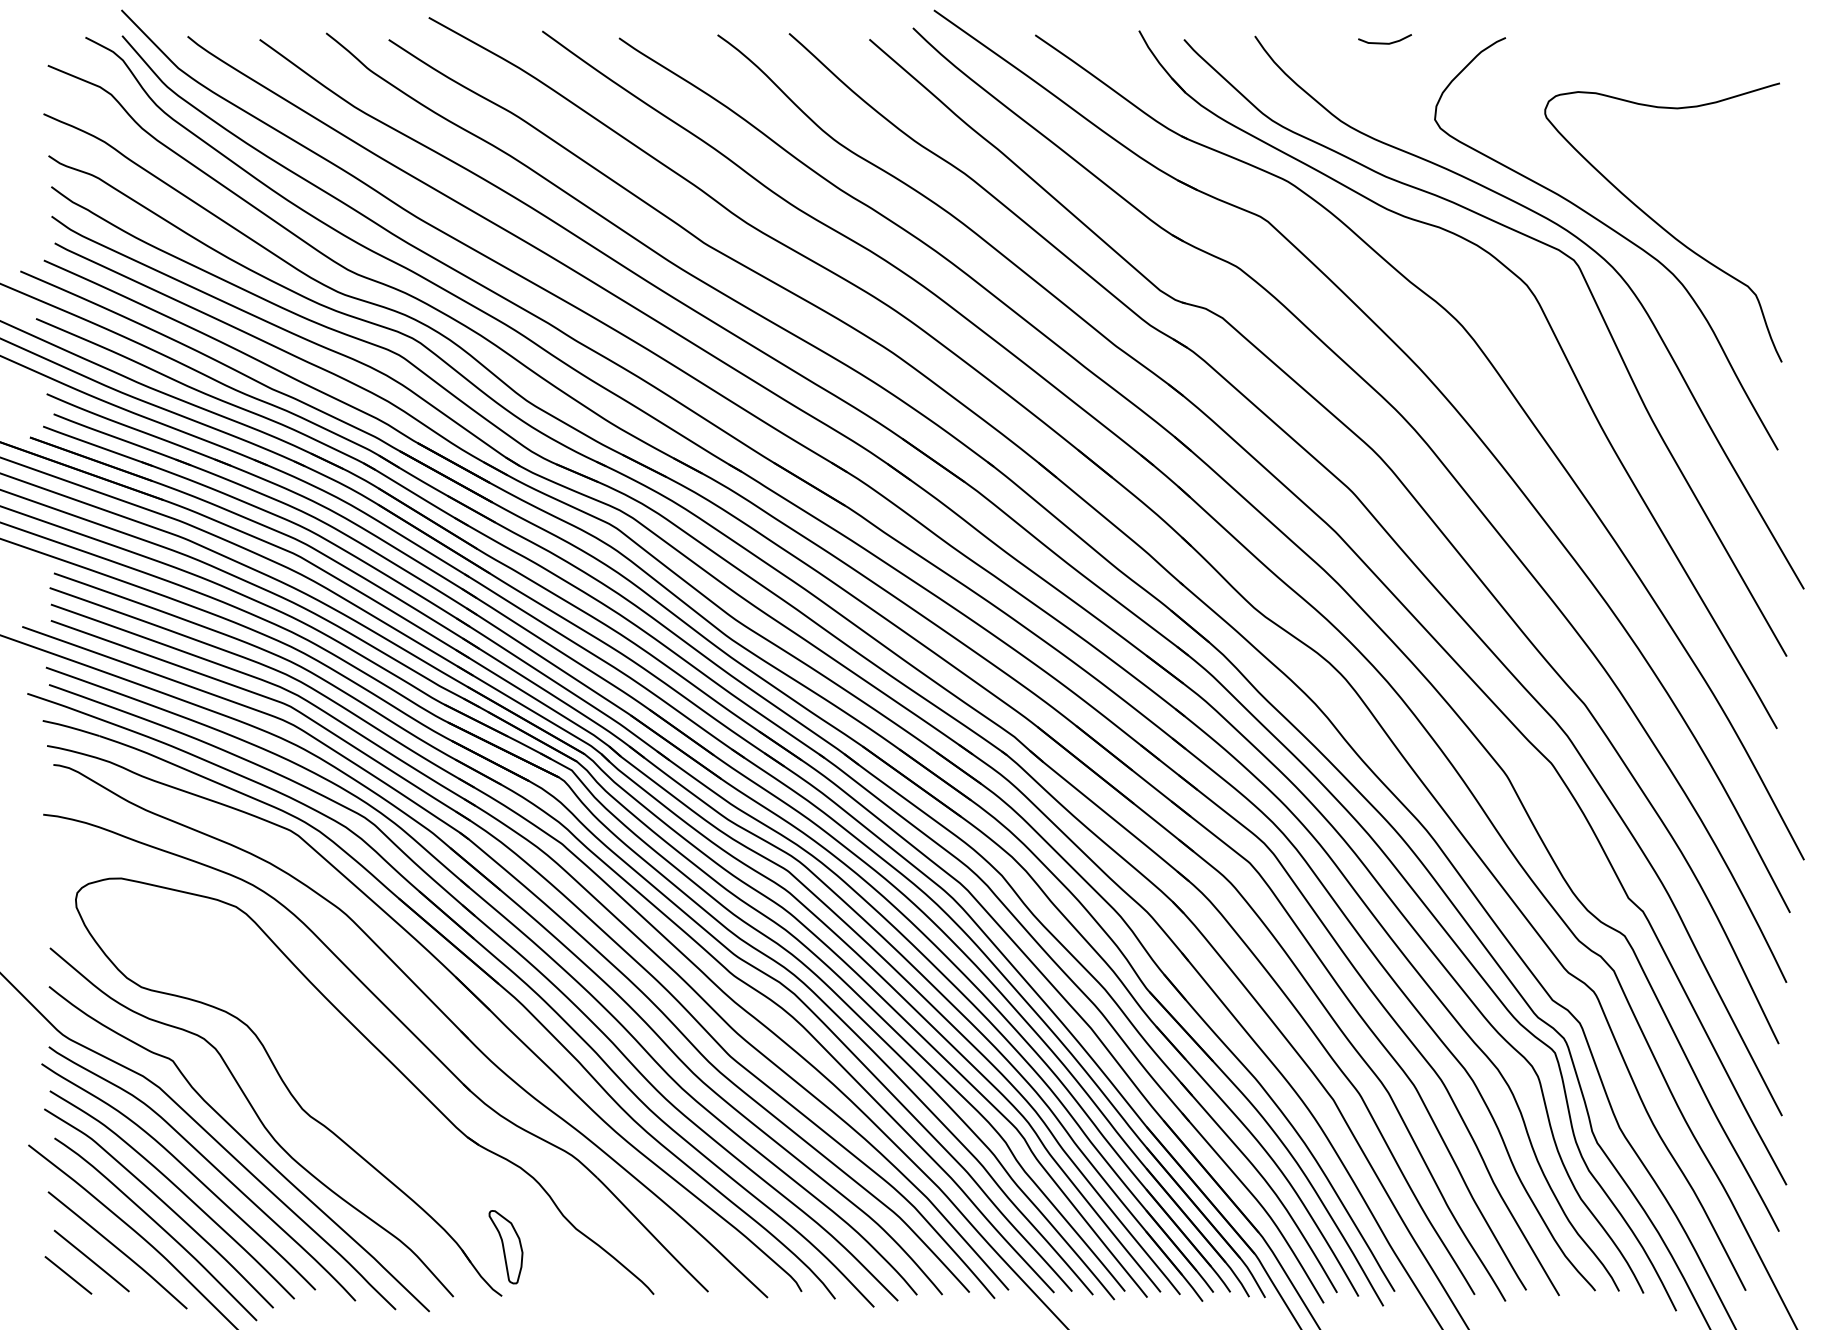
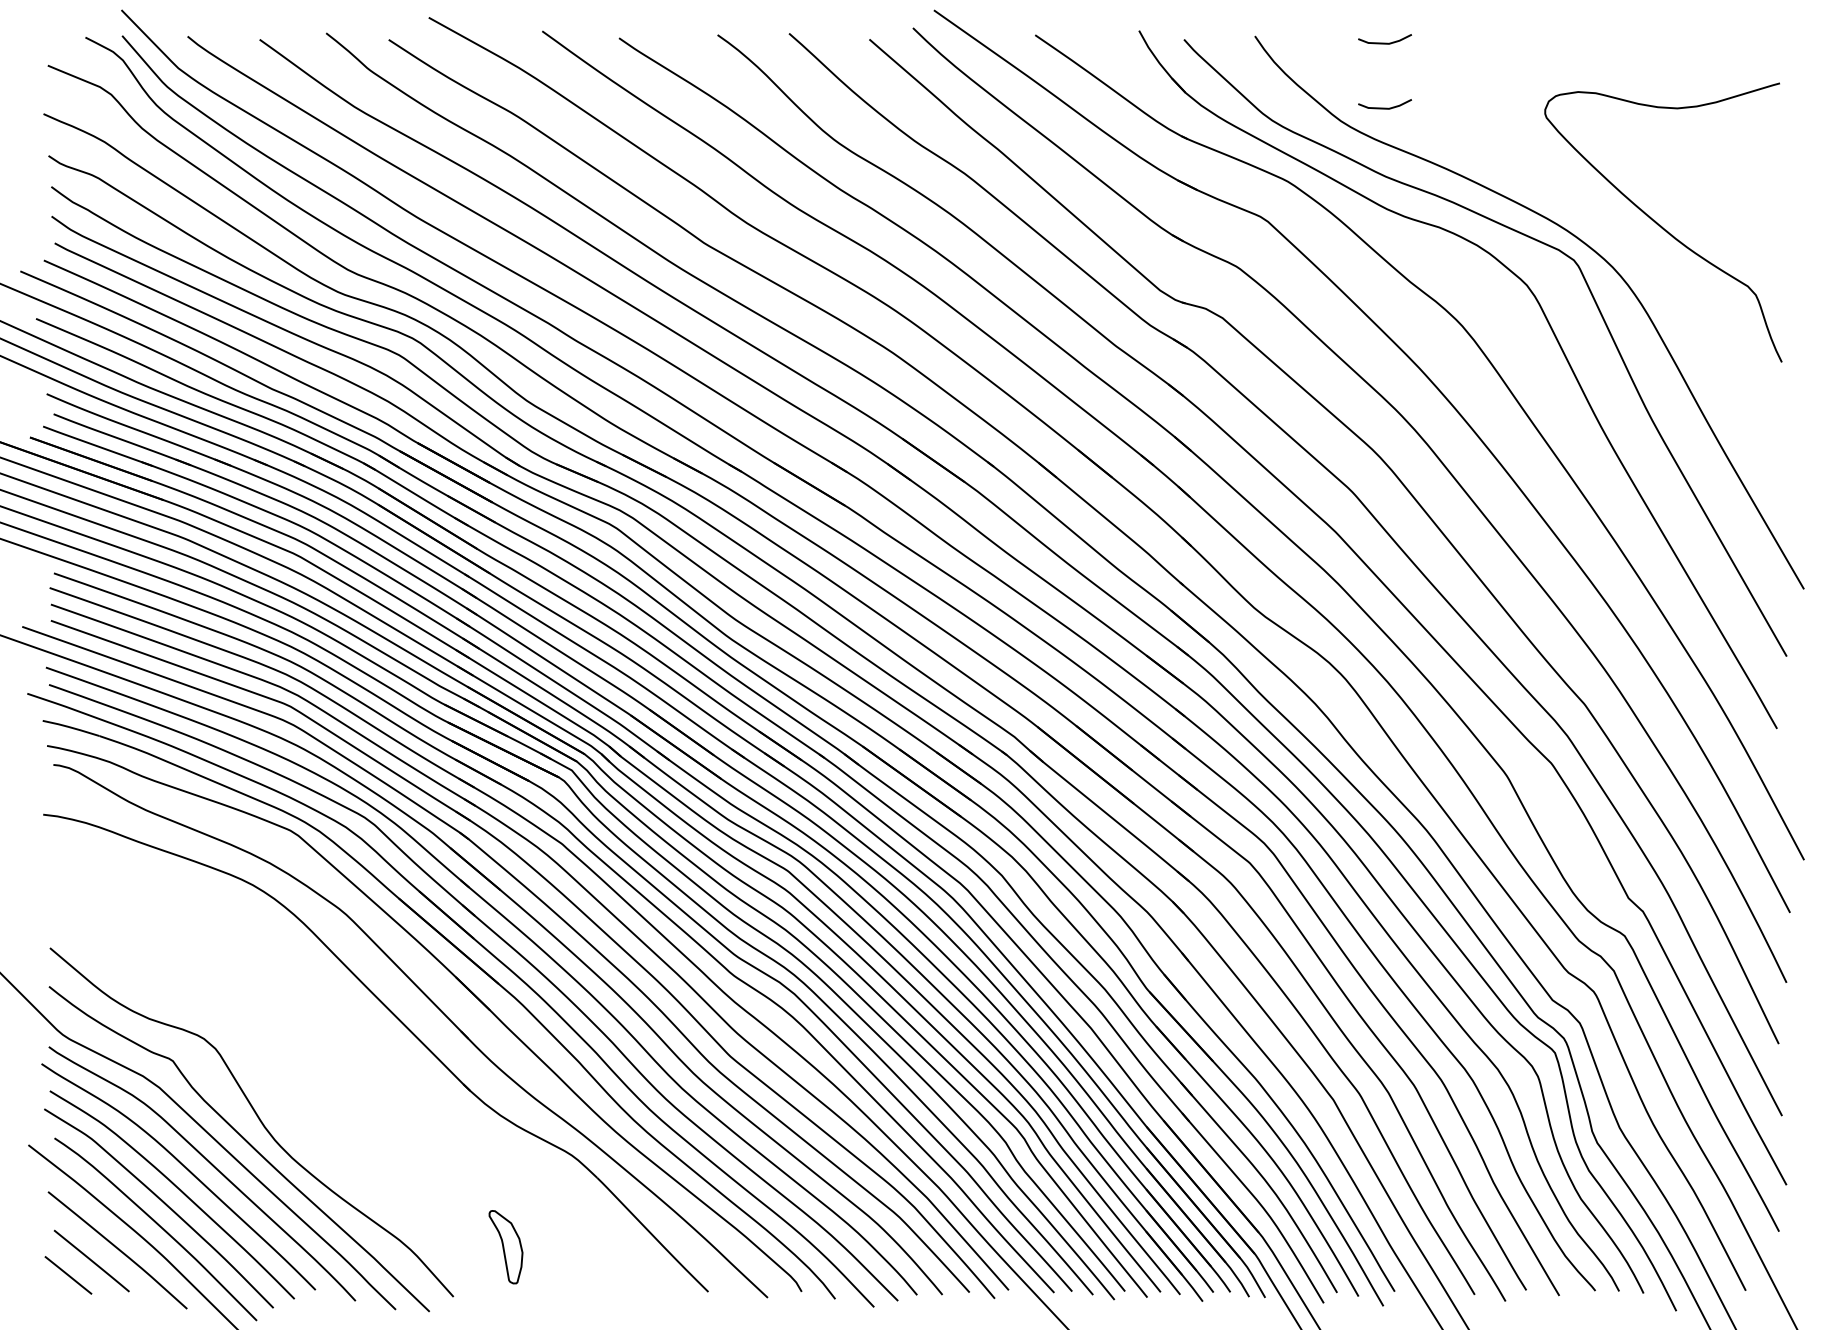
line at (1384, 107): none -> present
curve at (1613, 231): present -> none
part at (388, 1061): present -> none
